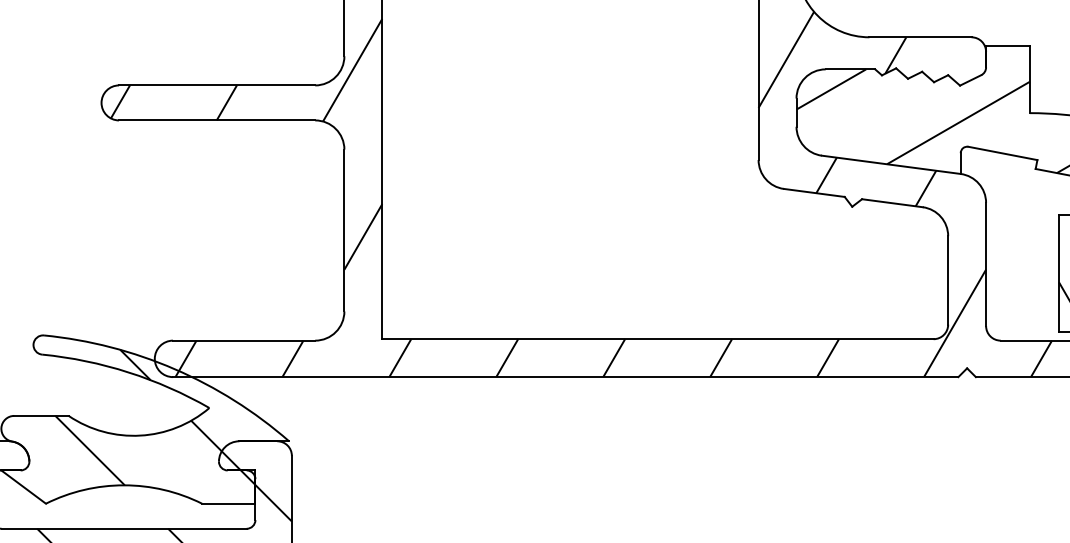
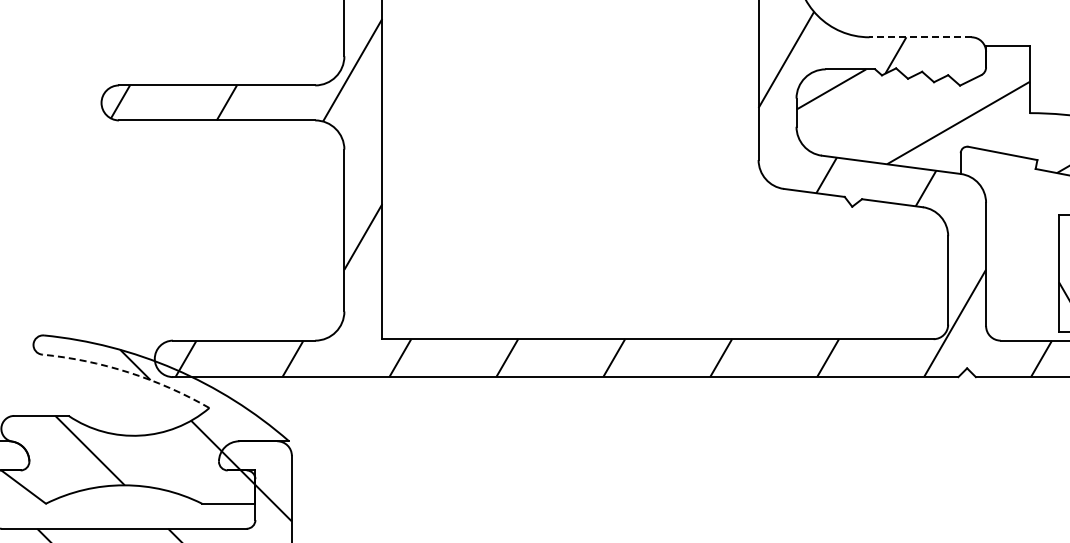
line at (919, 37): solid -> dashed
arc at (128, 372): solid -> dashed
